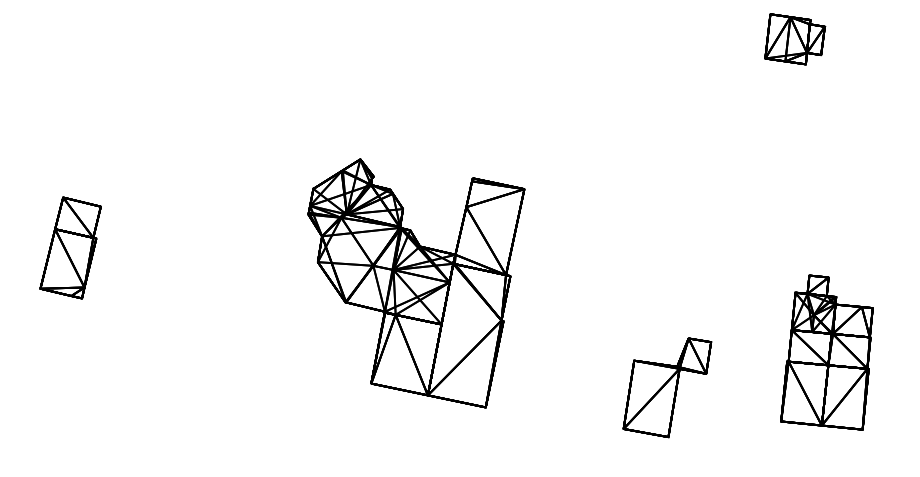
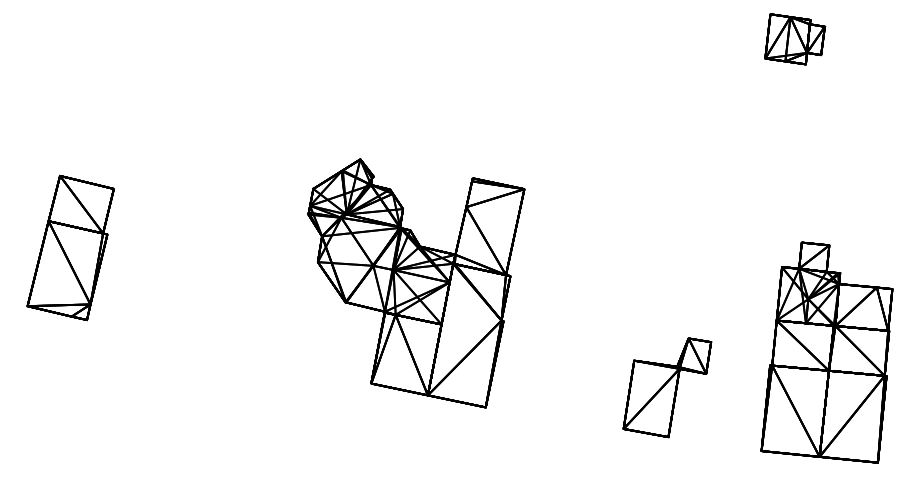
part at (70, 247) size: 63x104 px -> 89x148 px
part at (826, 352) size: 94x157 px -> 134x223 px
